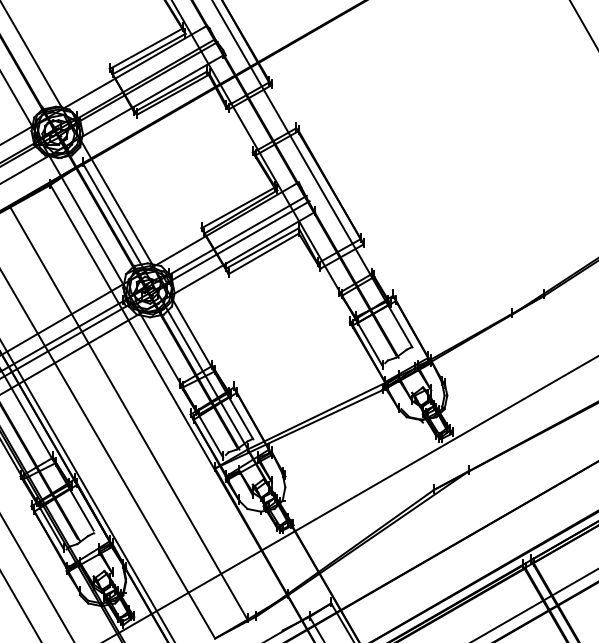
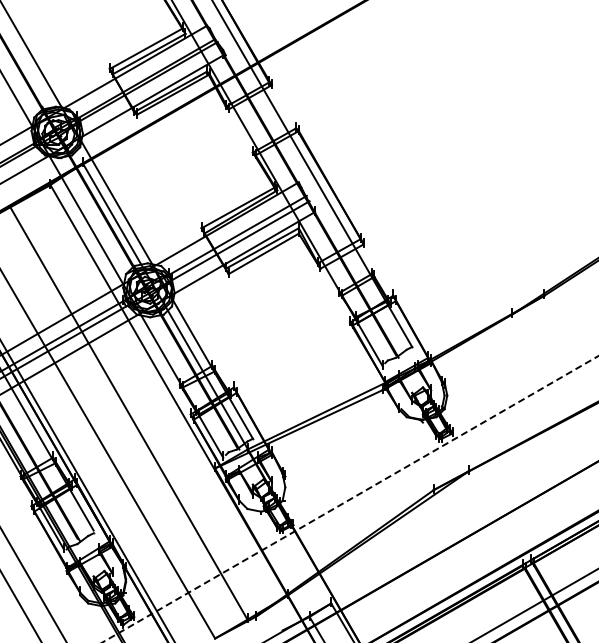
line at (583, 23): present -> none
line at (349, 499): solid -> dashed
line at (37, 578) position: (37, 578) -> (33, 584)
